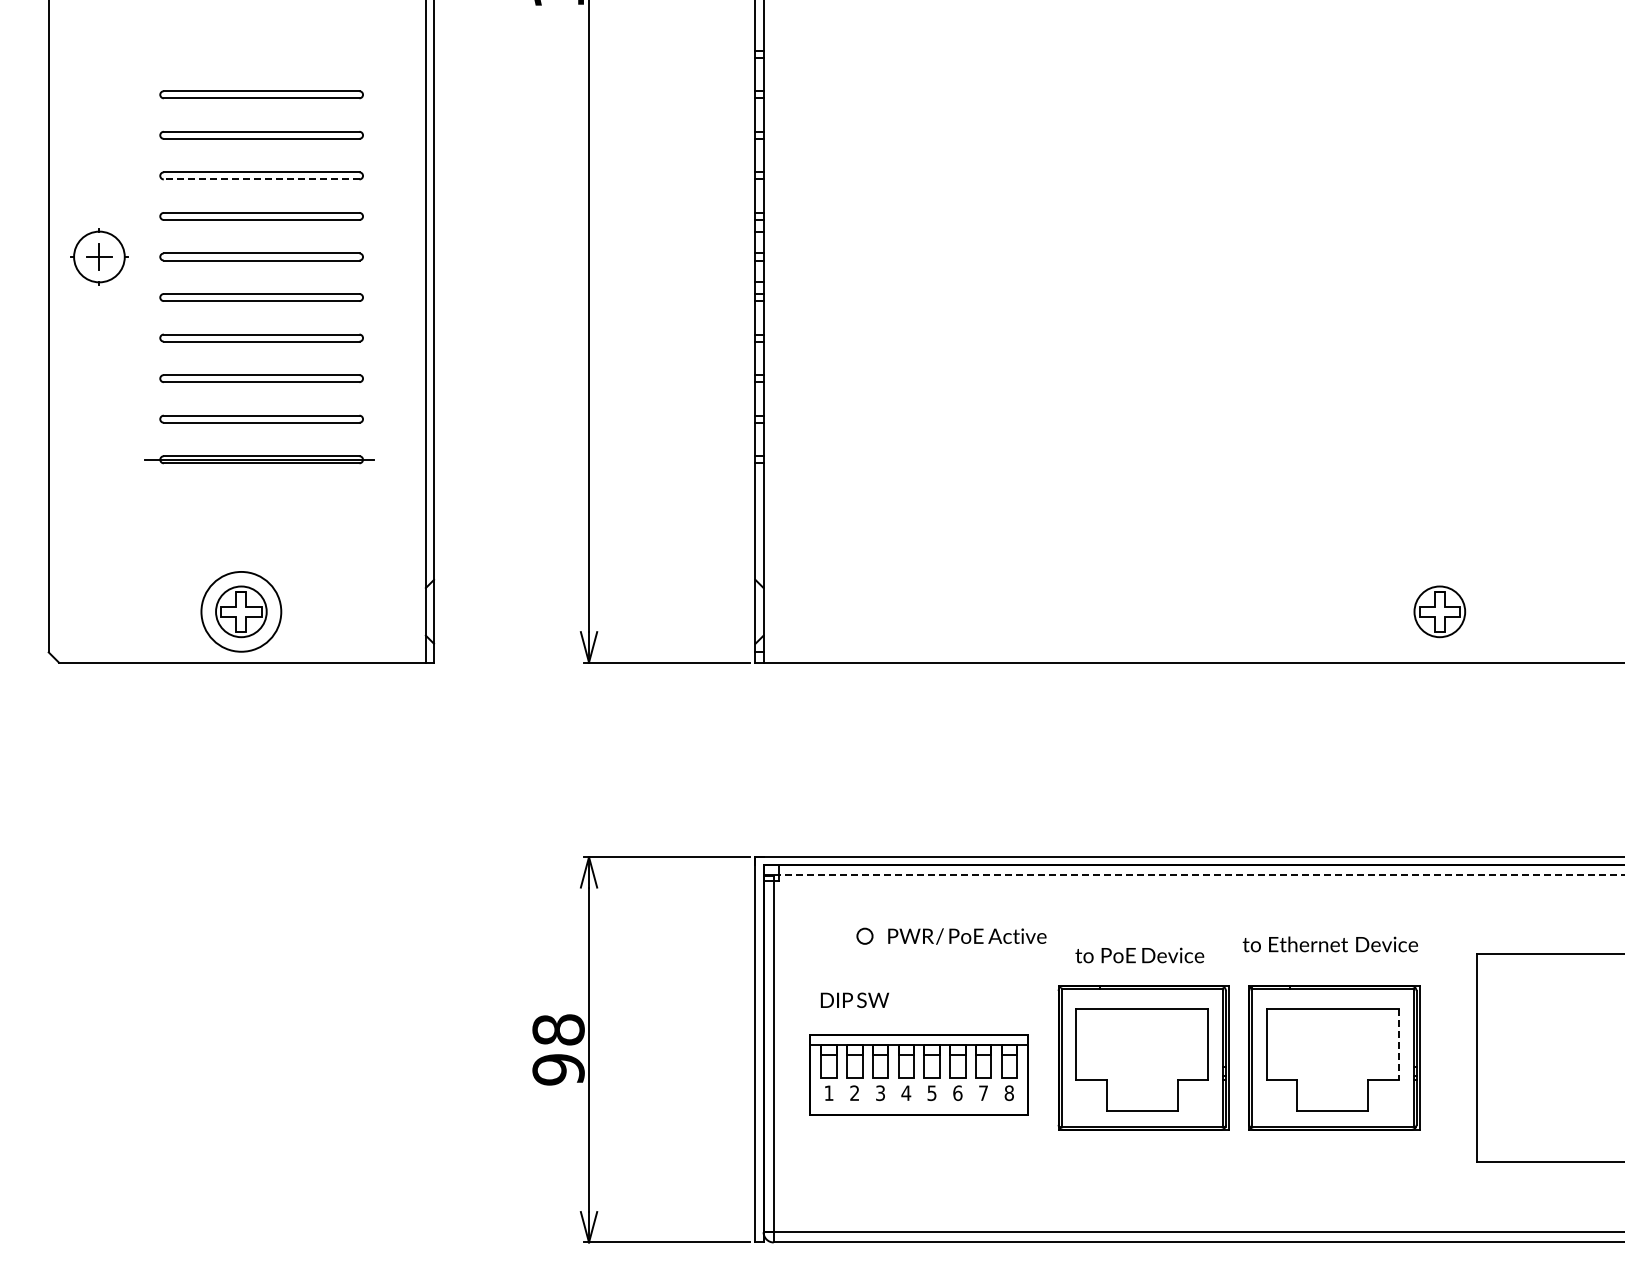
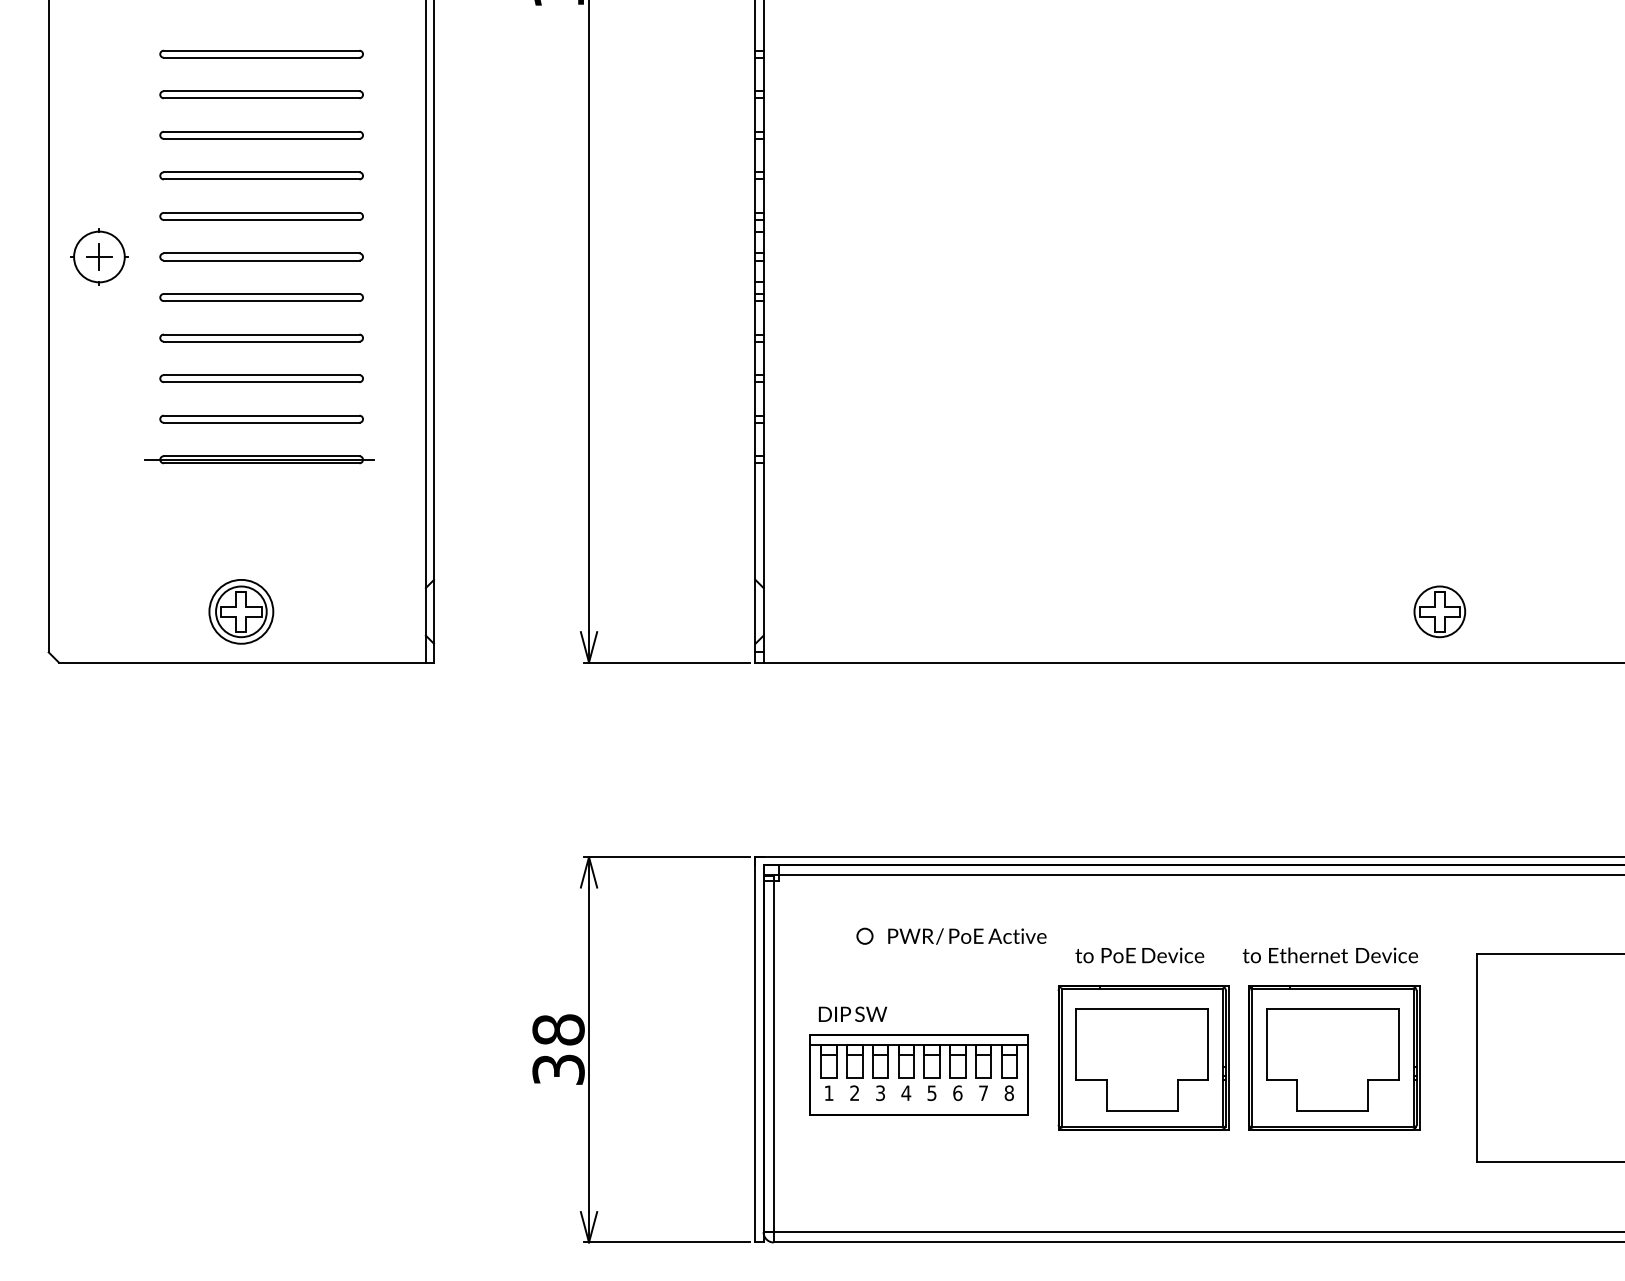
part at (261, 53): none -> present
line at (261, 179): dashed -> solid
circle at (241, 611) diameter: 80 px -> 64 px
line at (1201, 875): dashed -> solid
text at (1329, 944) position: (1329, 944) -> (1329, 955)
text at (854, 999) position: (854, 999) -> (852, 1013)
line at (1398, 1045): dashed -> solid
text at (558, 1069): 98 -> 38
